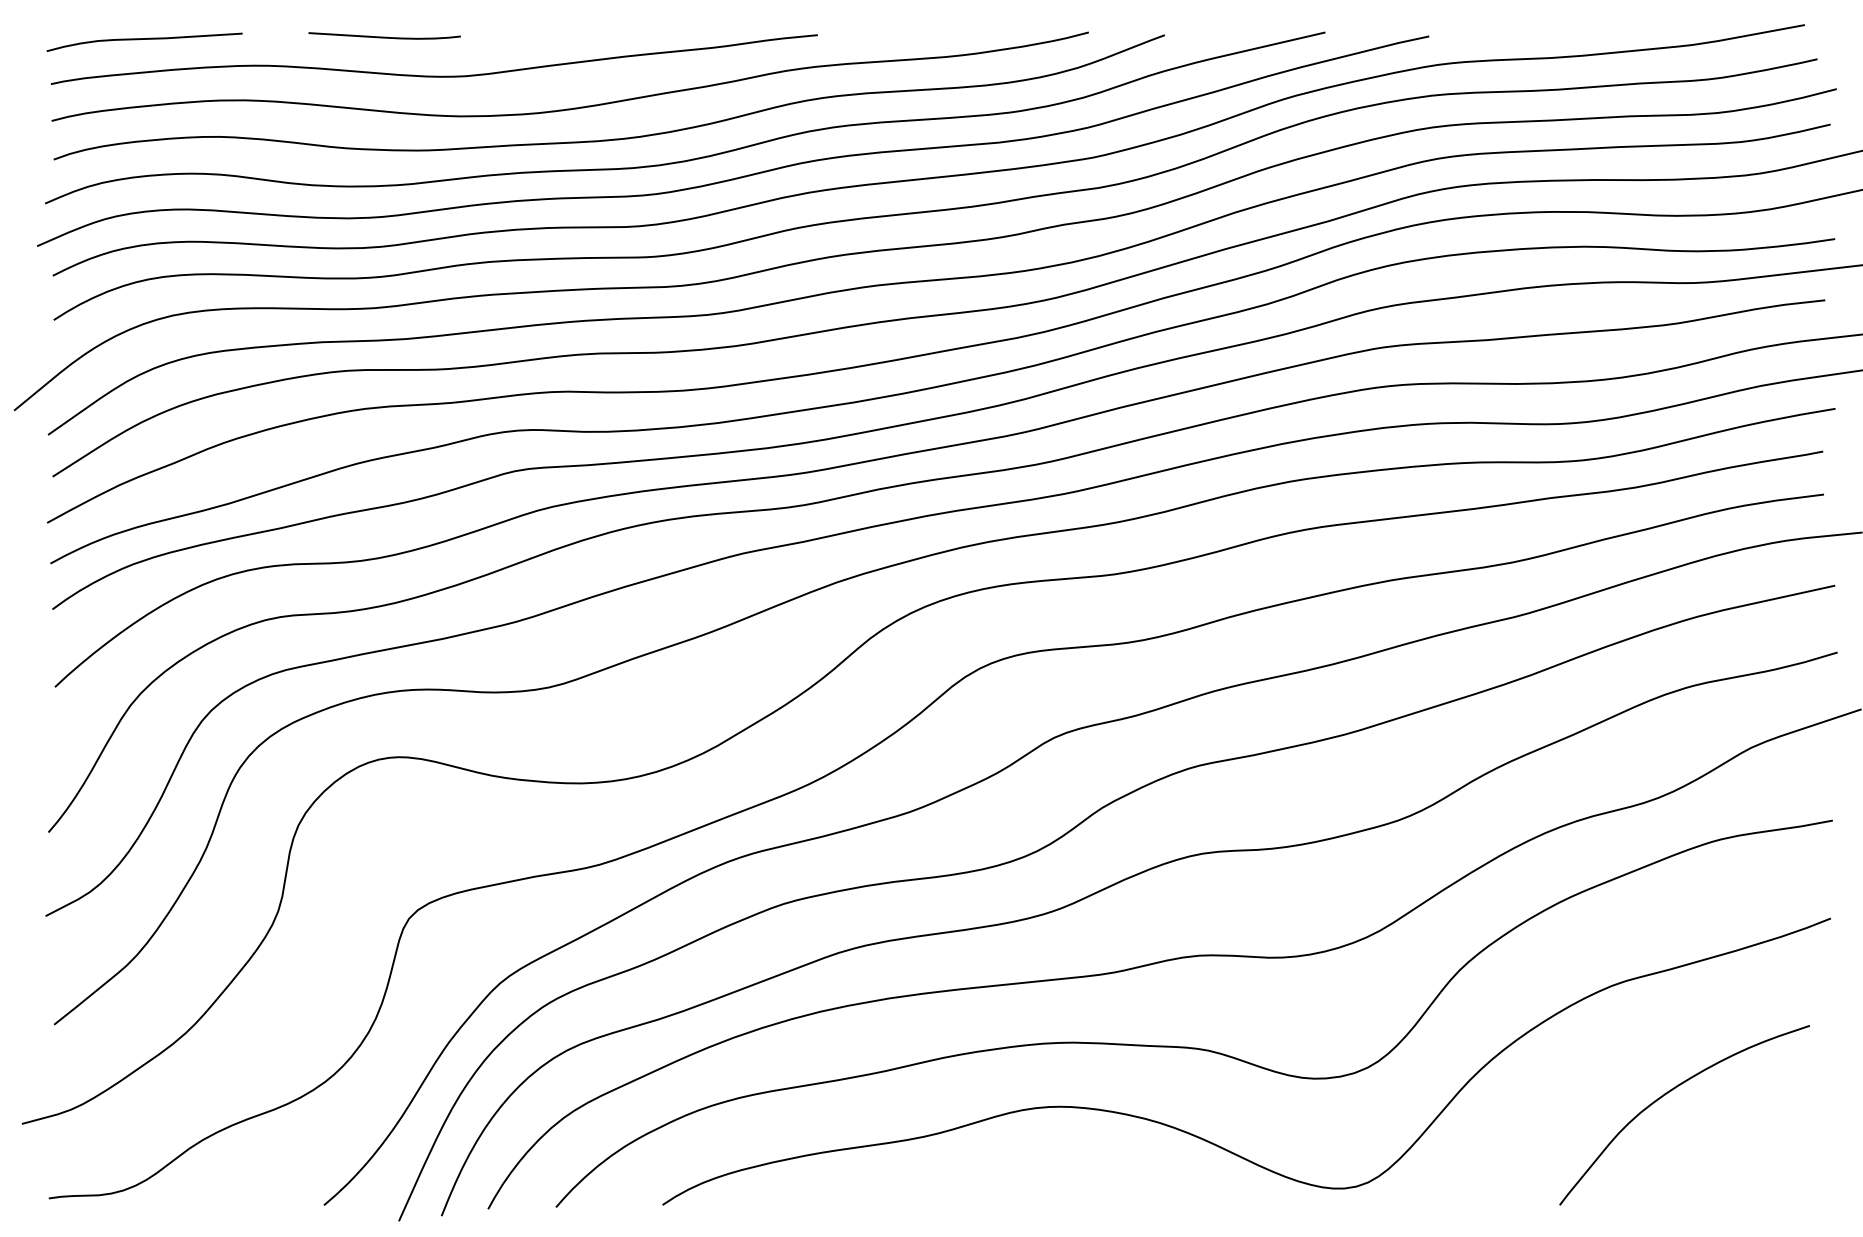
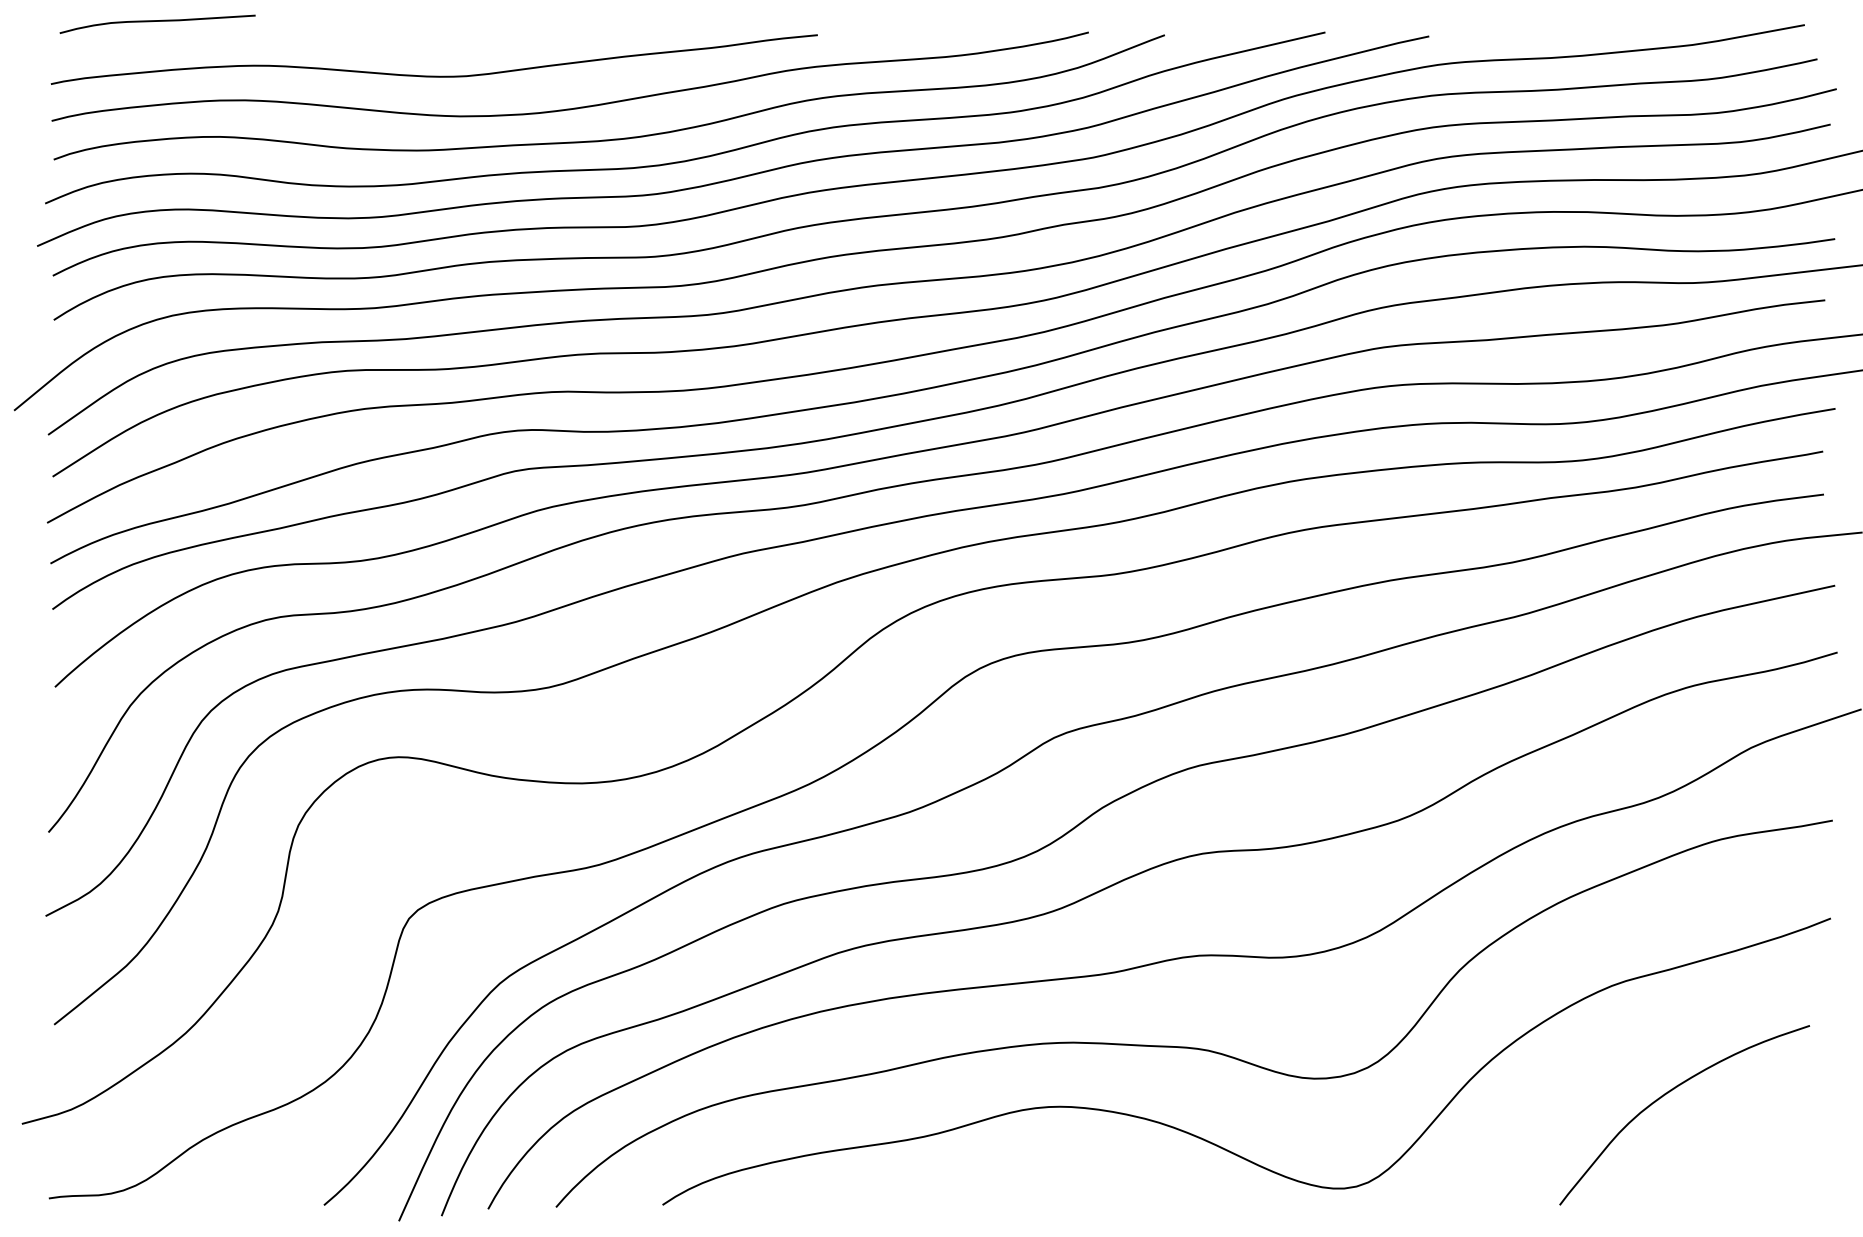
curve at (384, 36): present -> none
curve at (144, 39) position: (144, 39) -> (157, 21)
